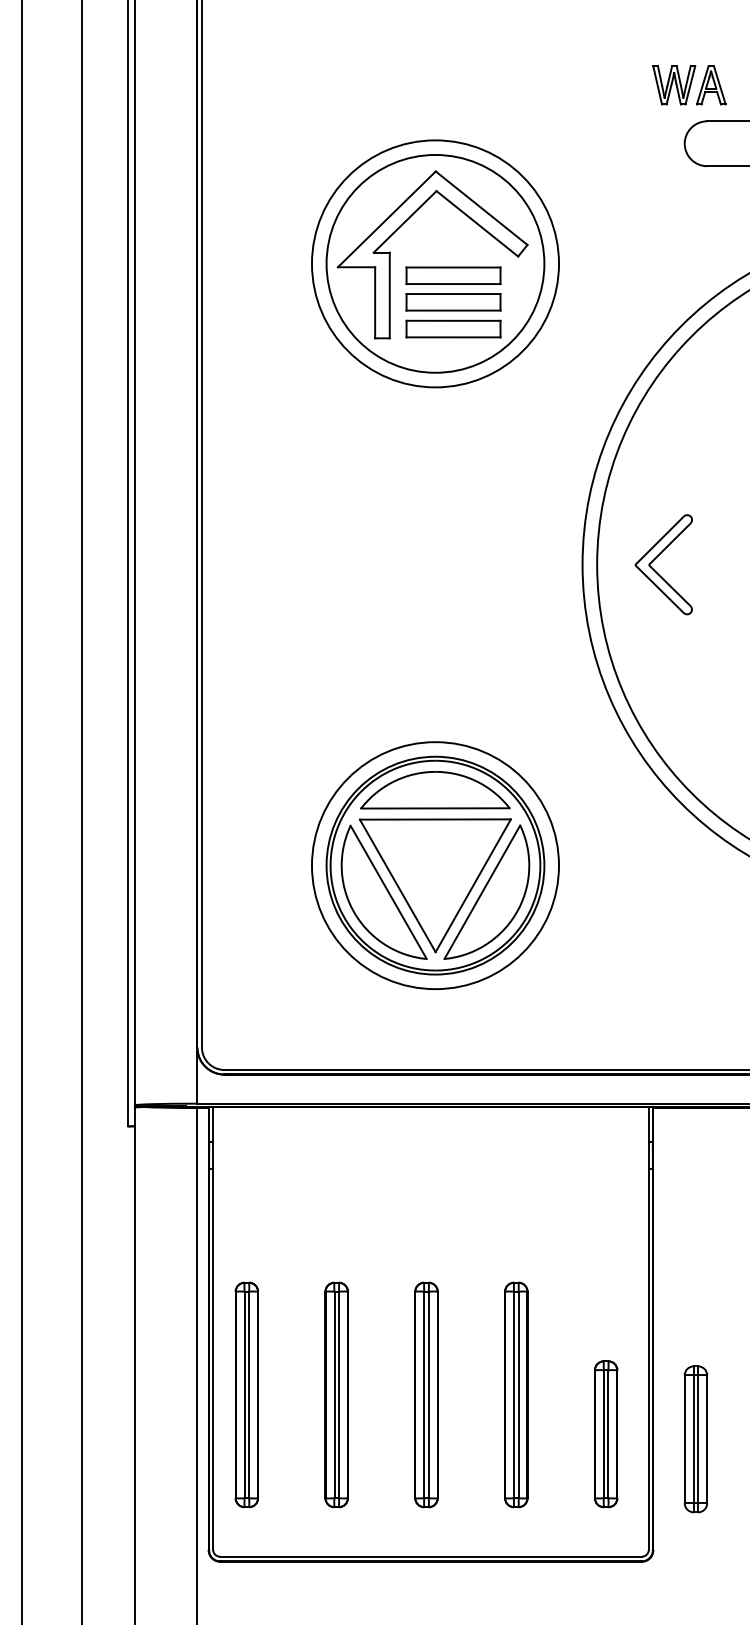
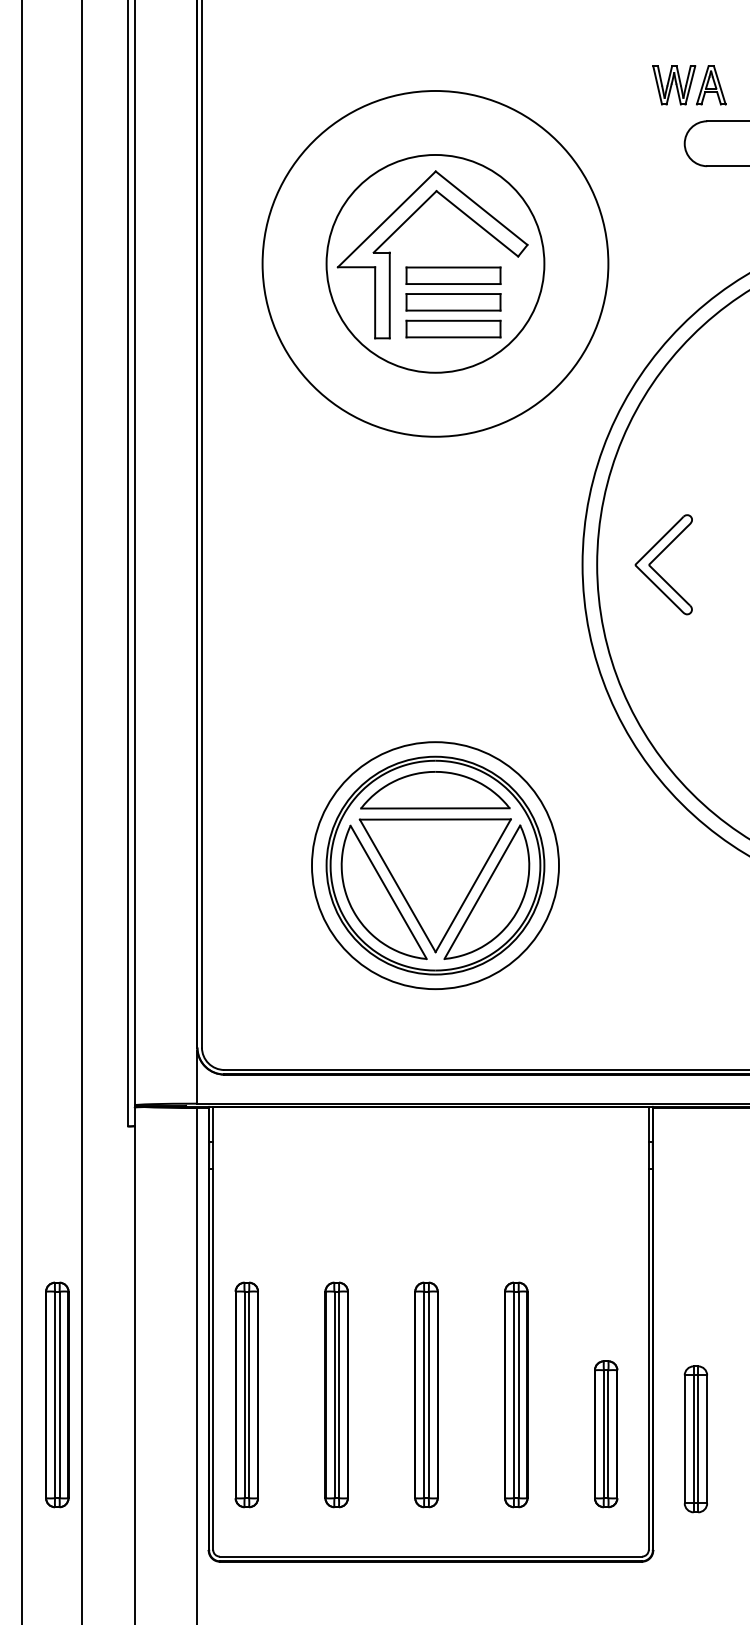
circle at (434, 263) diameter: 247 px -> 346 px
part at (57, 1394): none -> present
